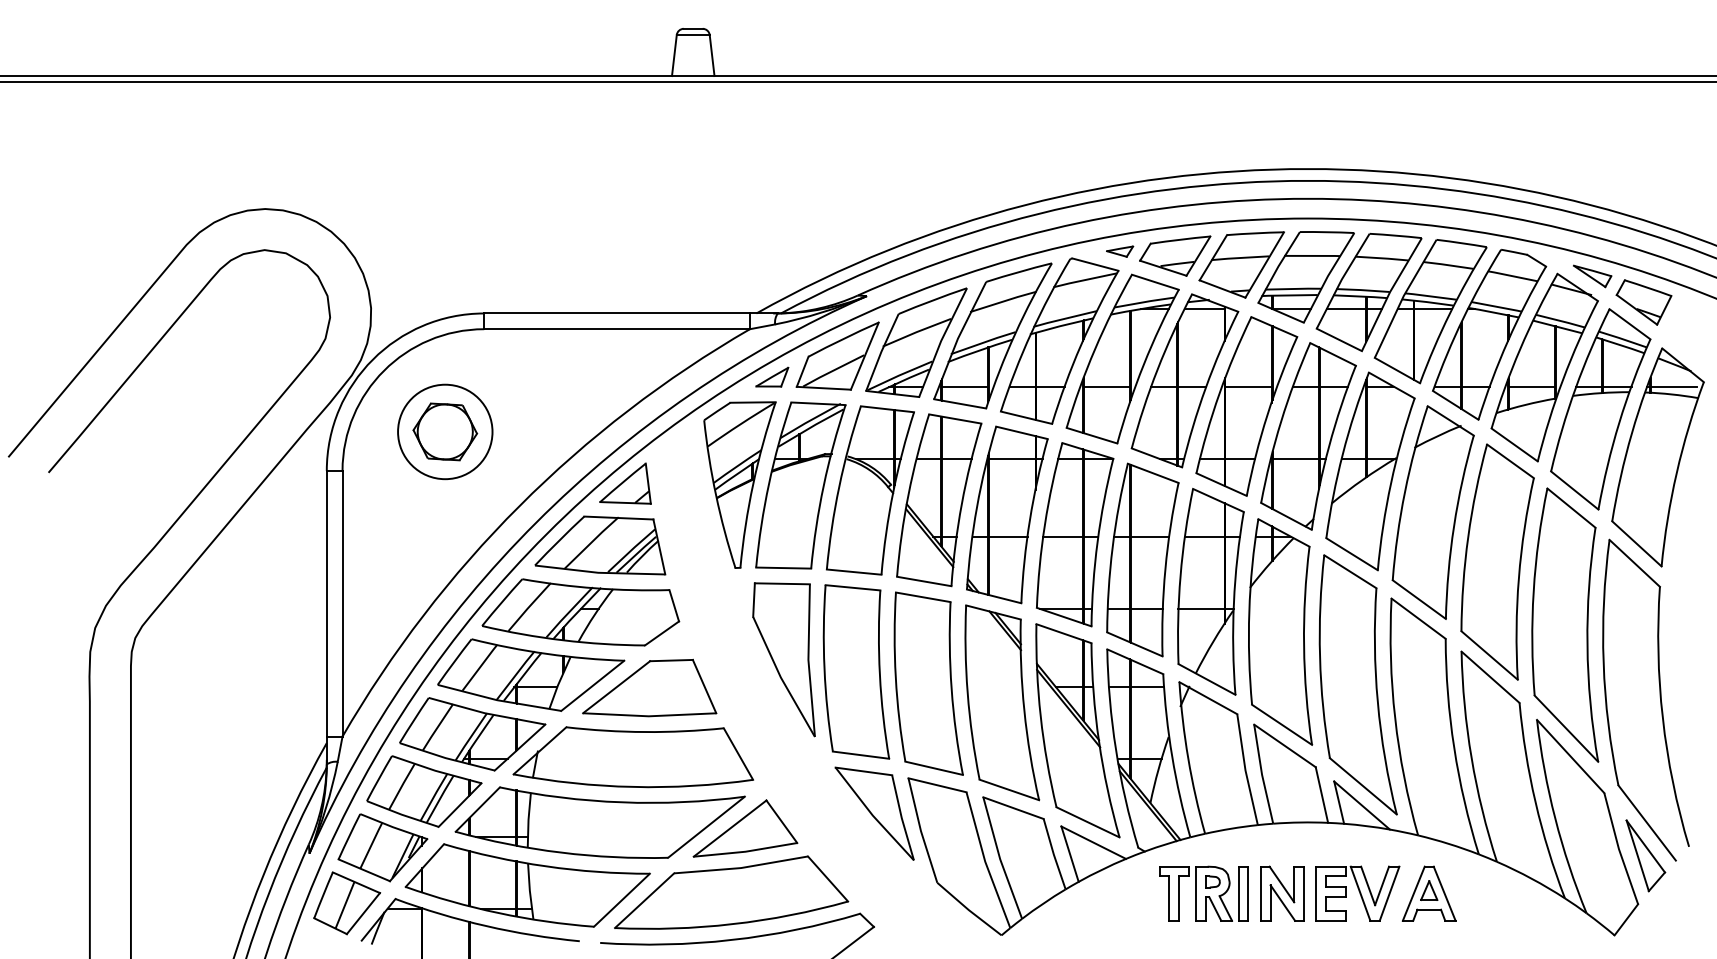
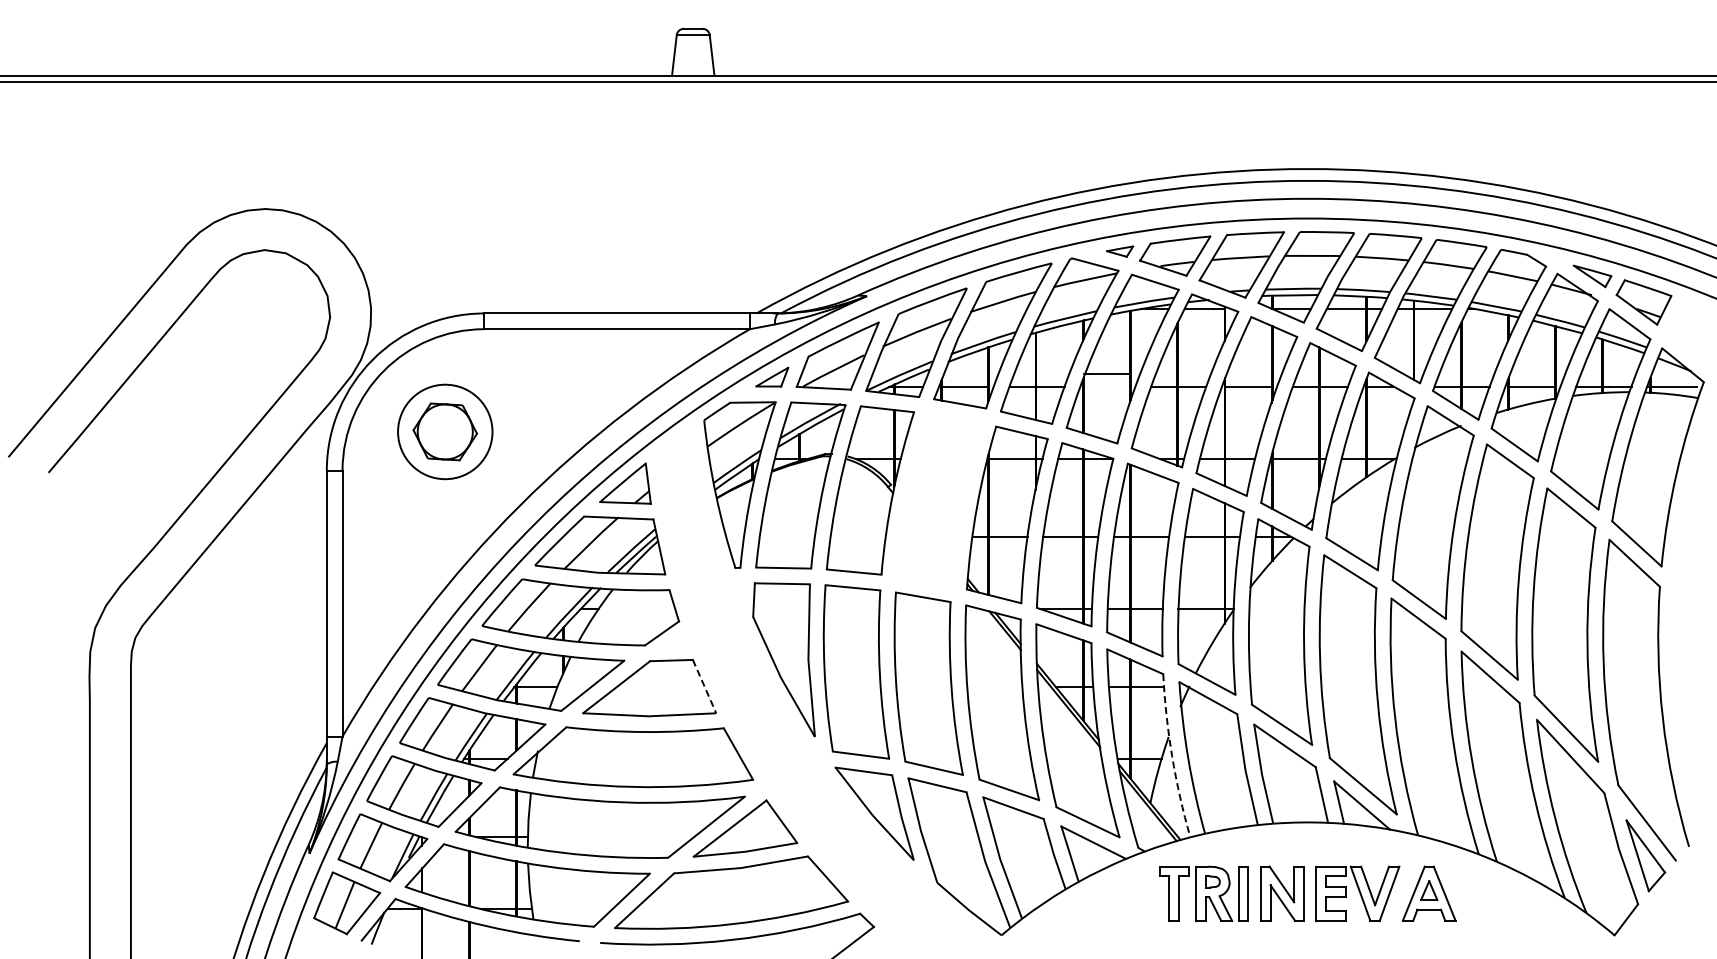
line at (1106, 386) position: (1106, 386) -> (1106, 373)
part at (939, 500): present -> none
line at (704, 687): solid -> dashed
arc at (1172, 756): solid -> dashed
